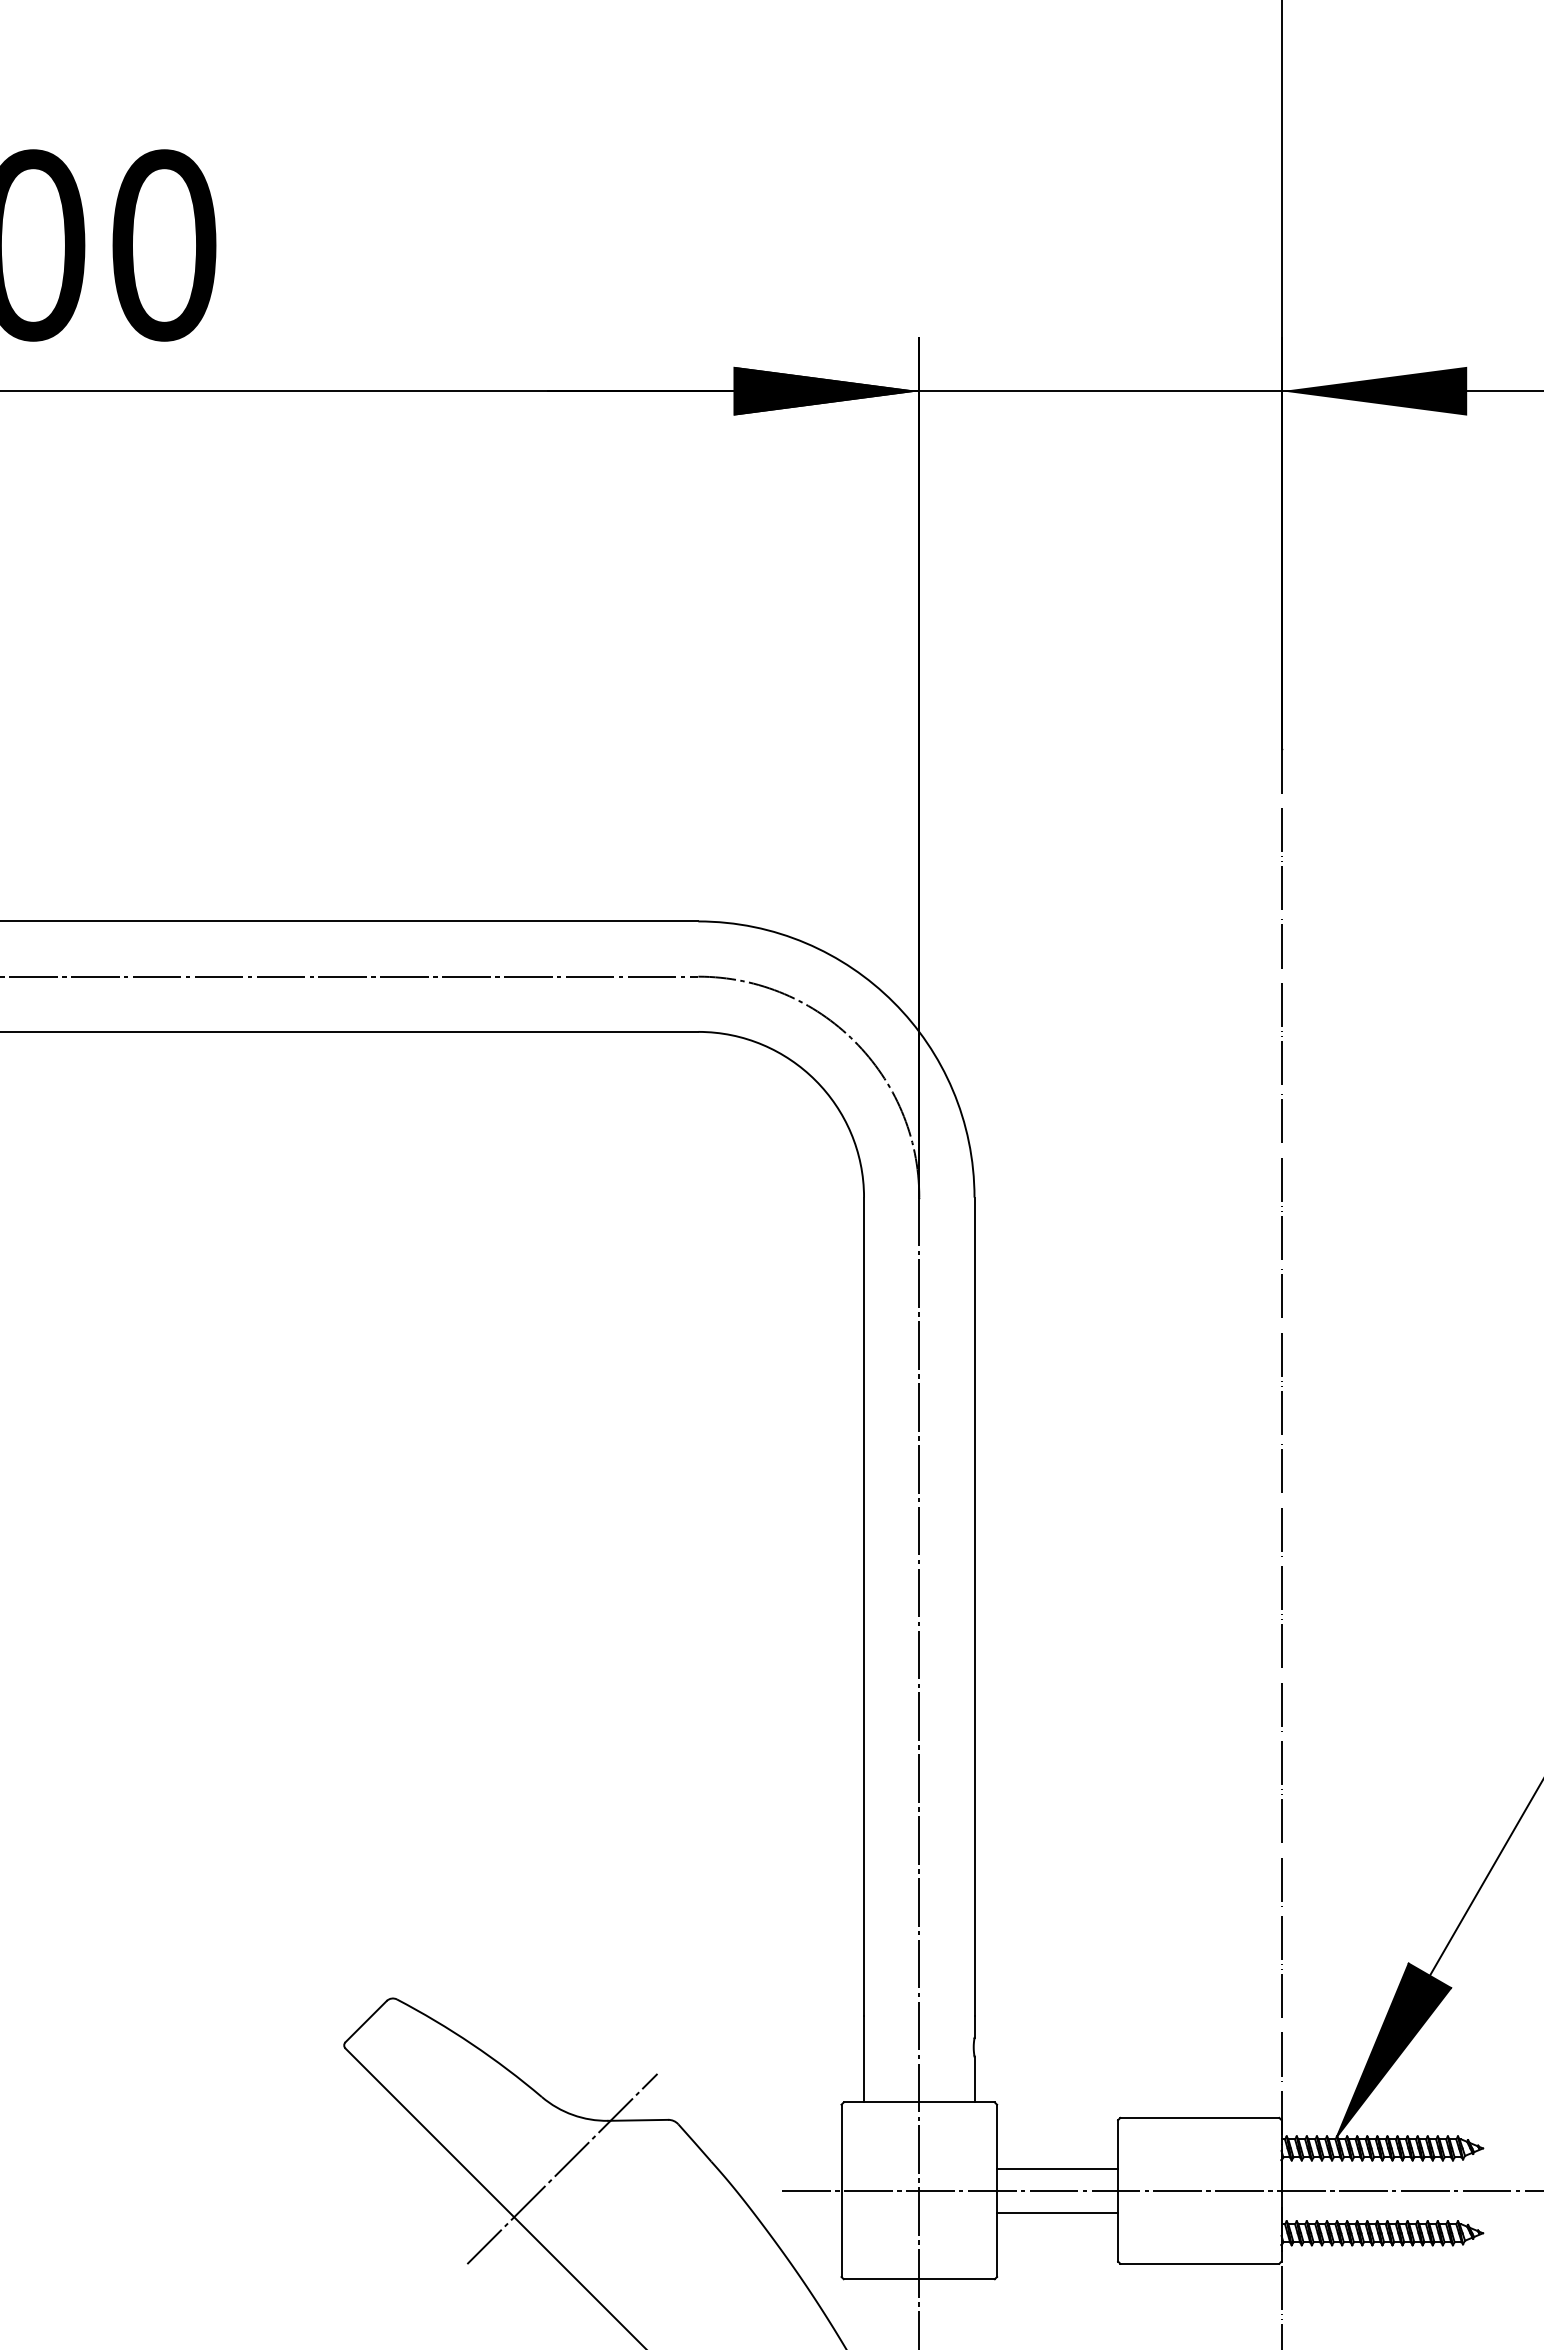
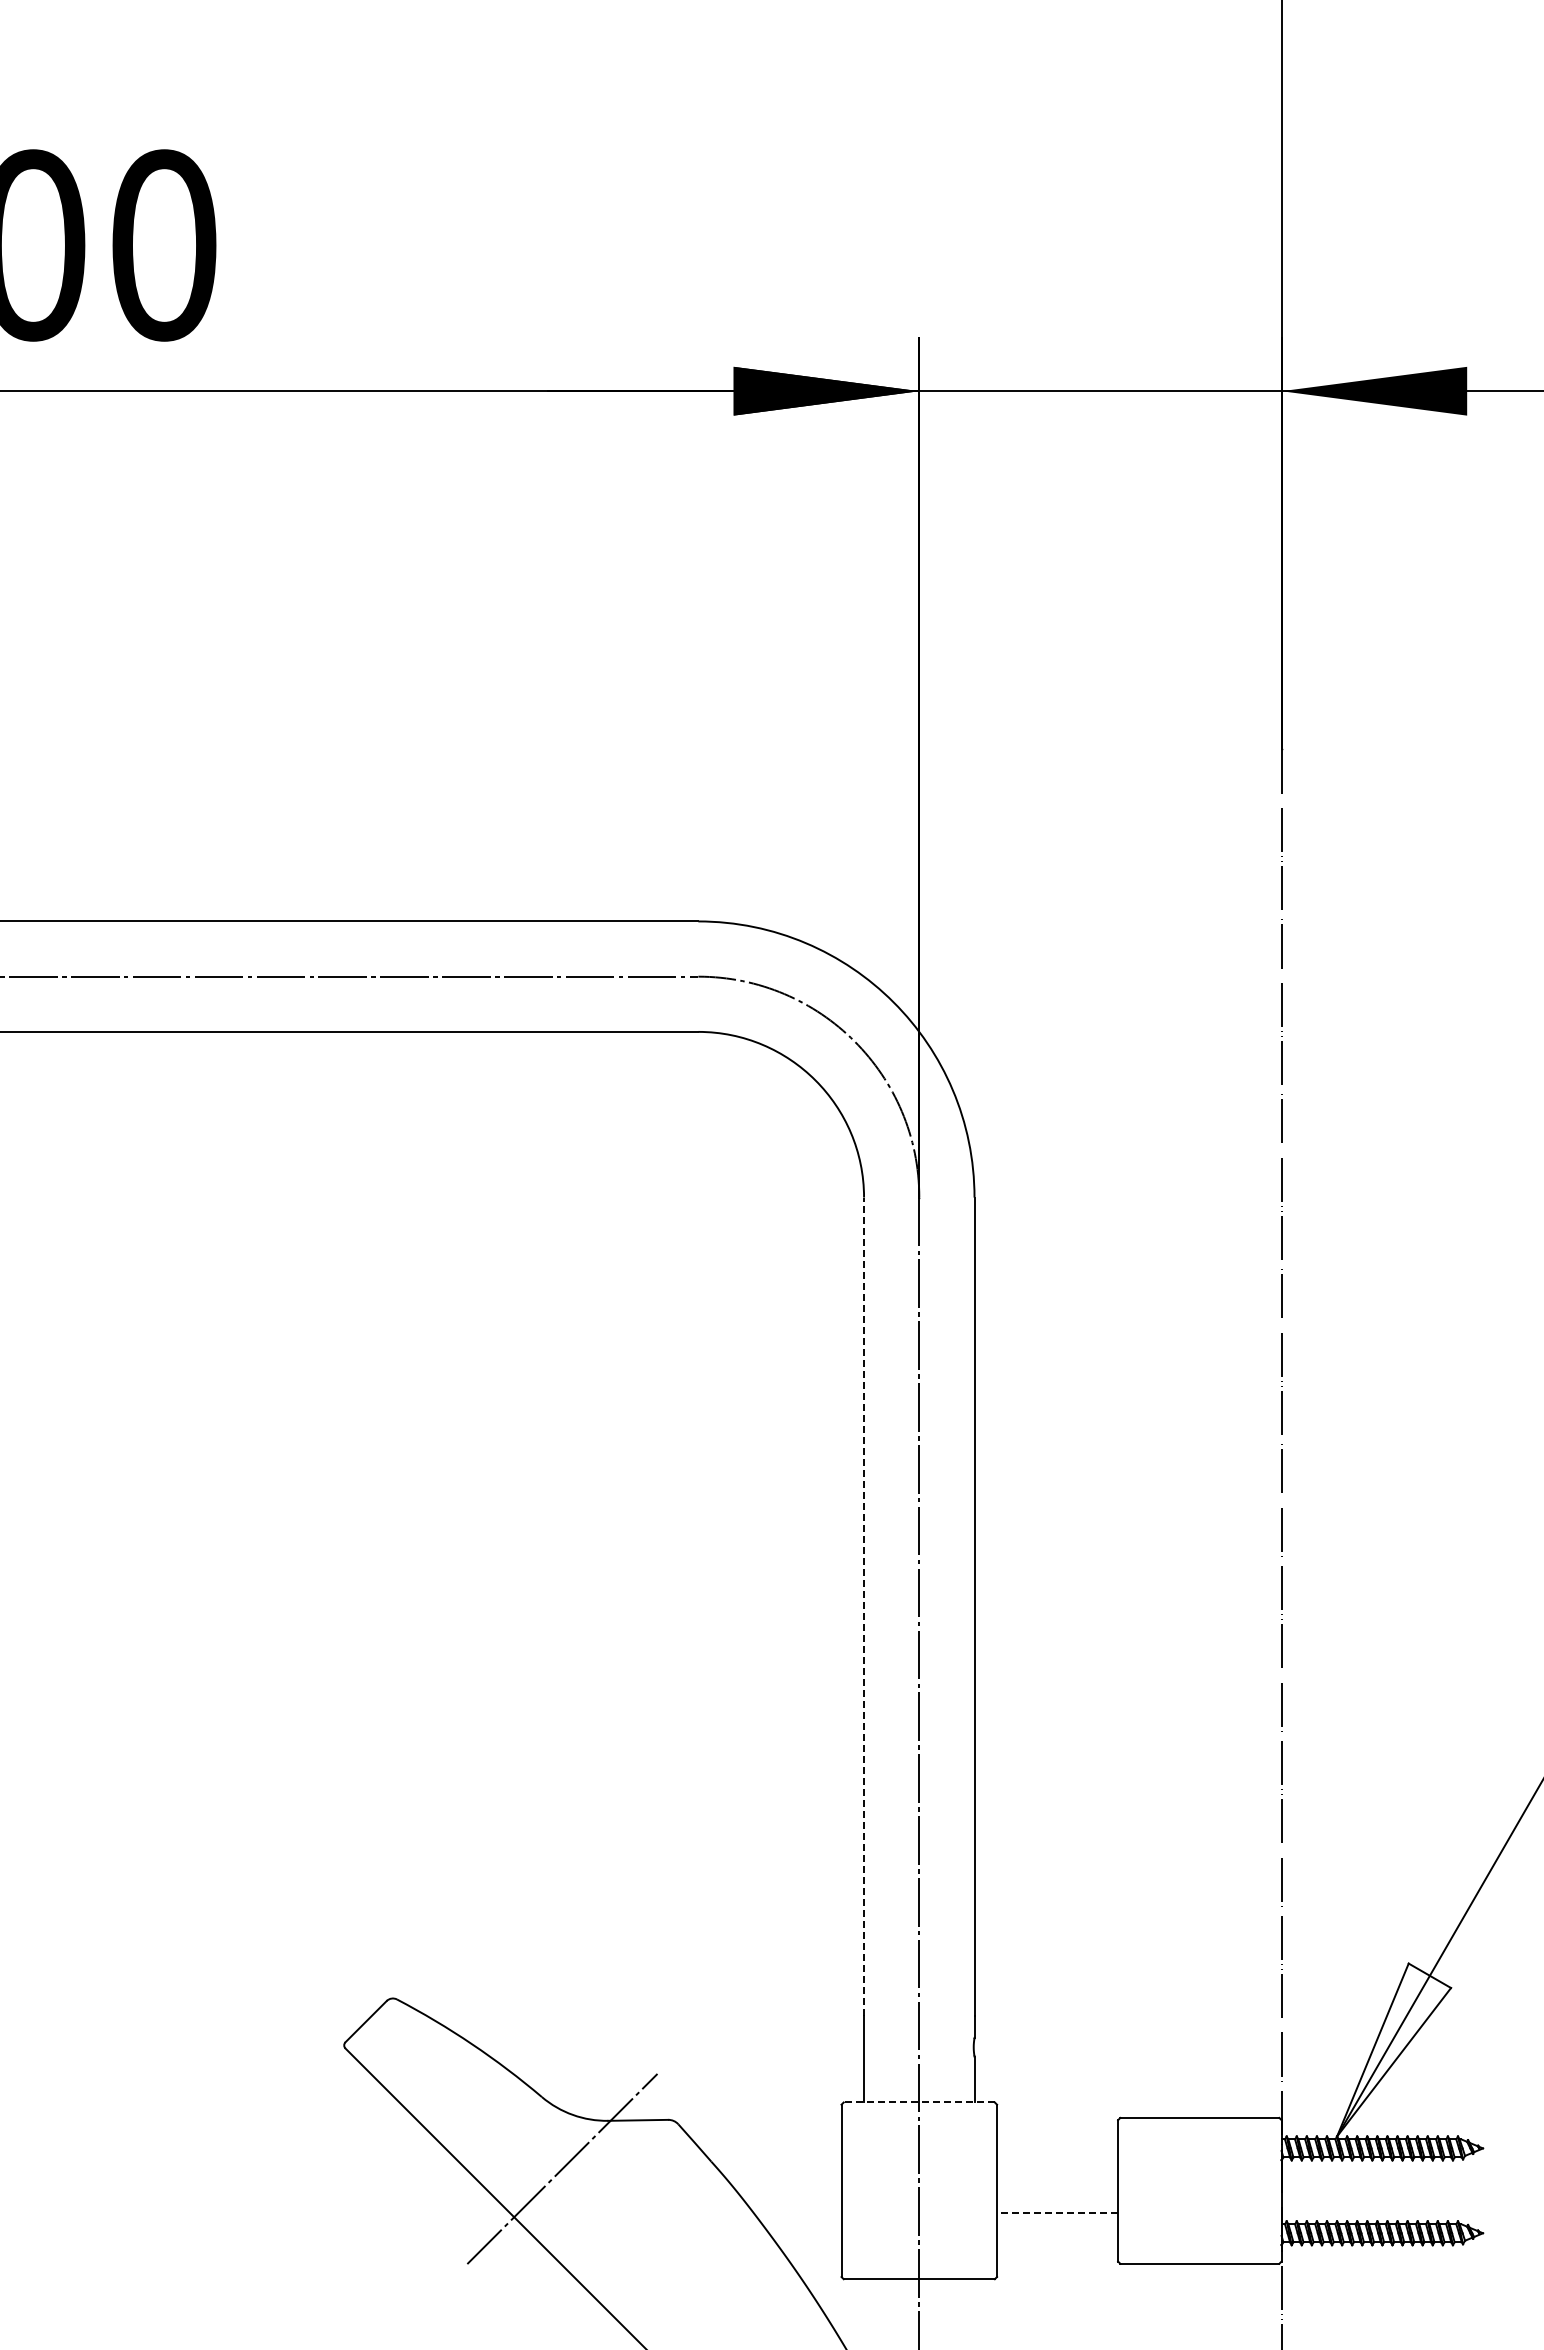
line at (864, 1606): solid -> dashed
fill at (1394, 2049): present -> none
line at (919, 2102): solid -> dashed
line at (1057, 2168): present -> none
line at (1161, 2190): present -> none
line at (1057, 2212): solid -> dashed
